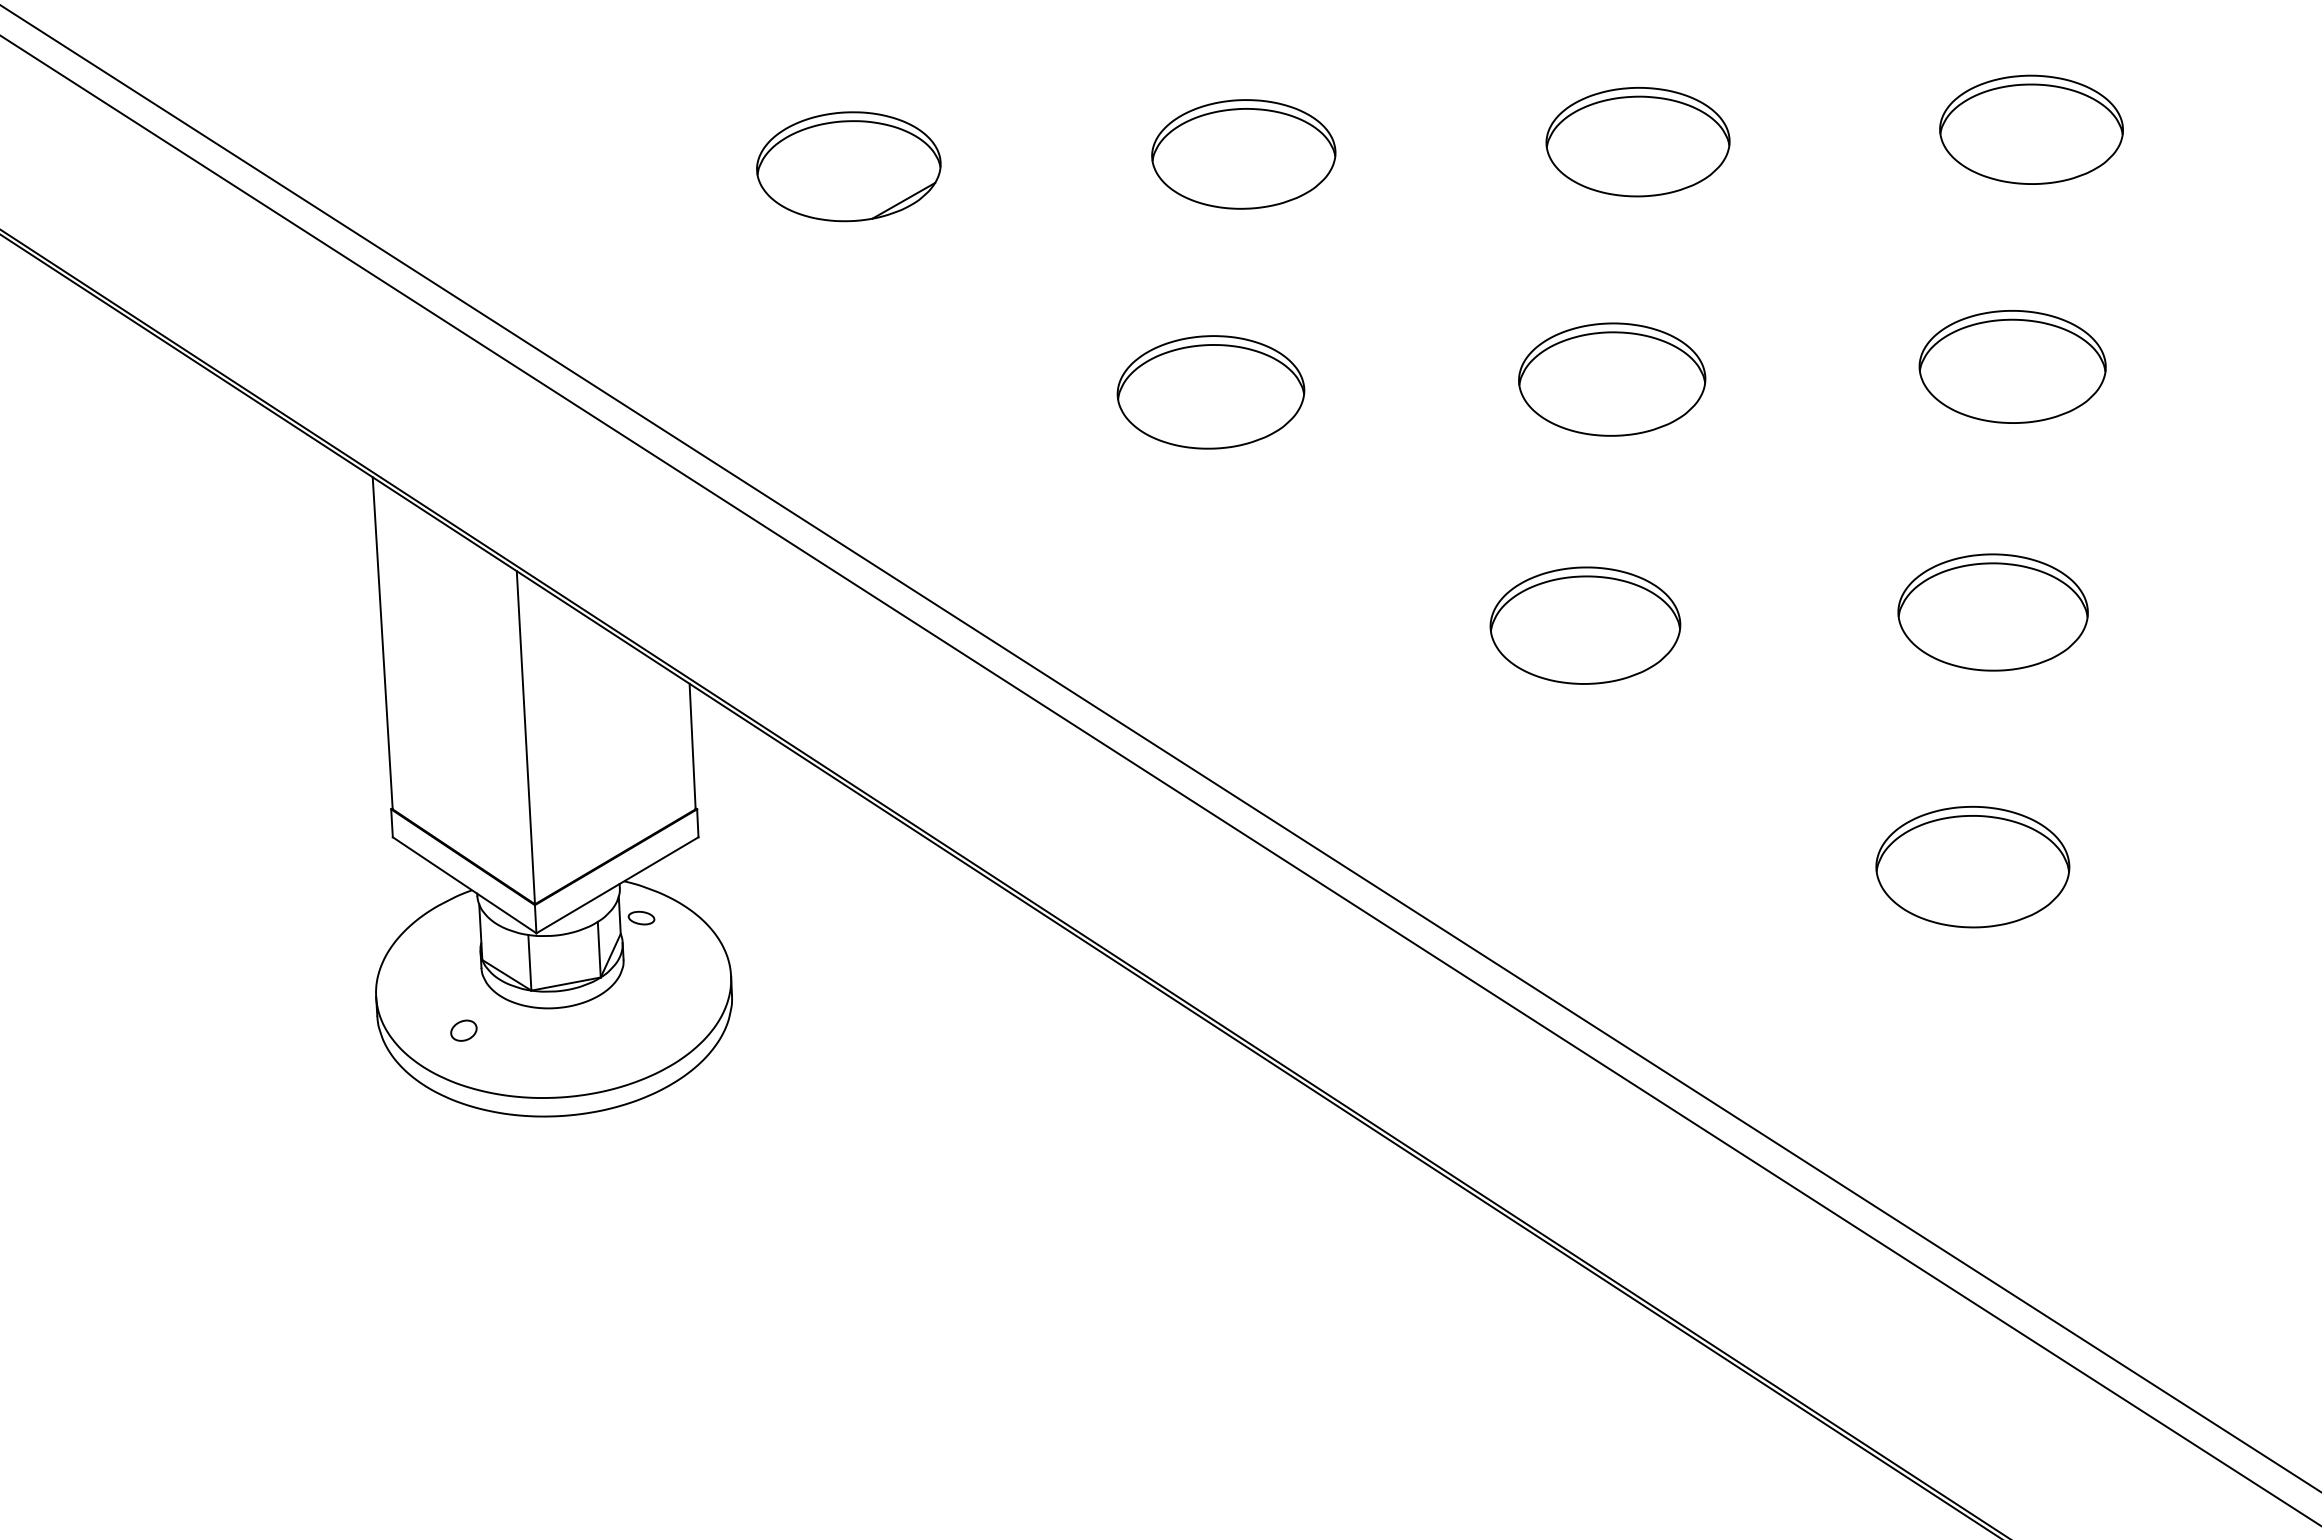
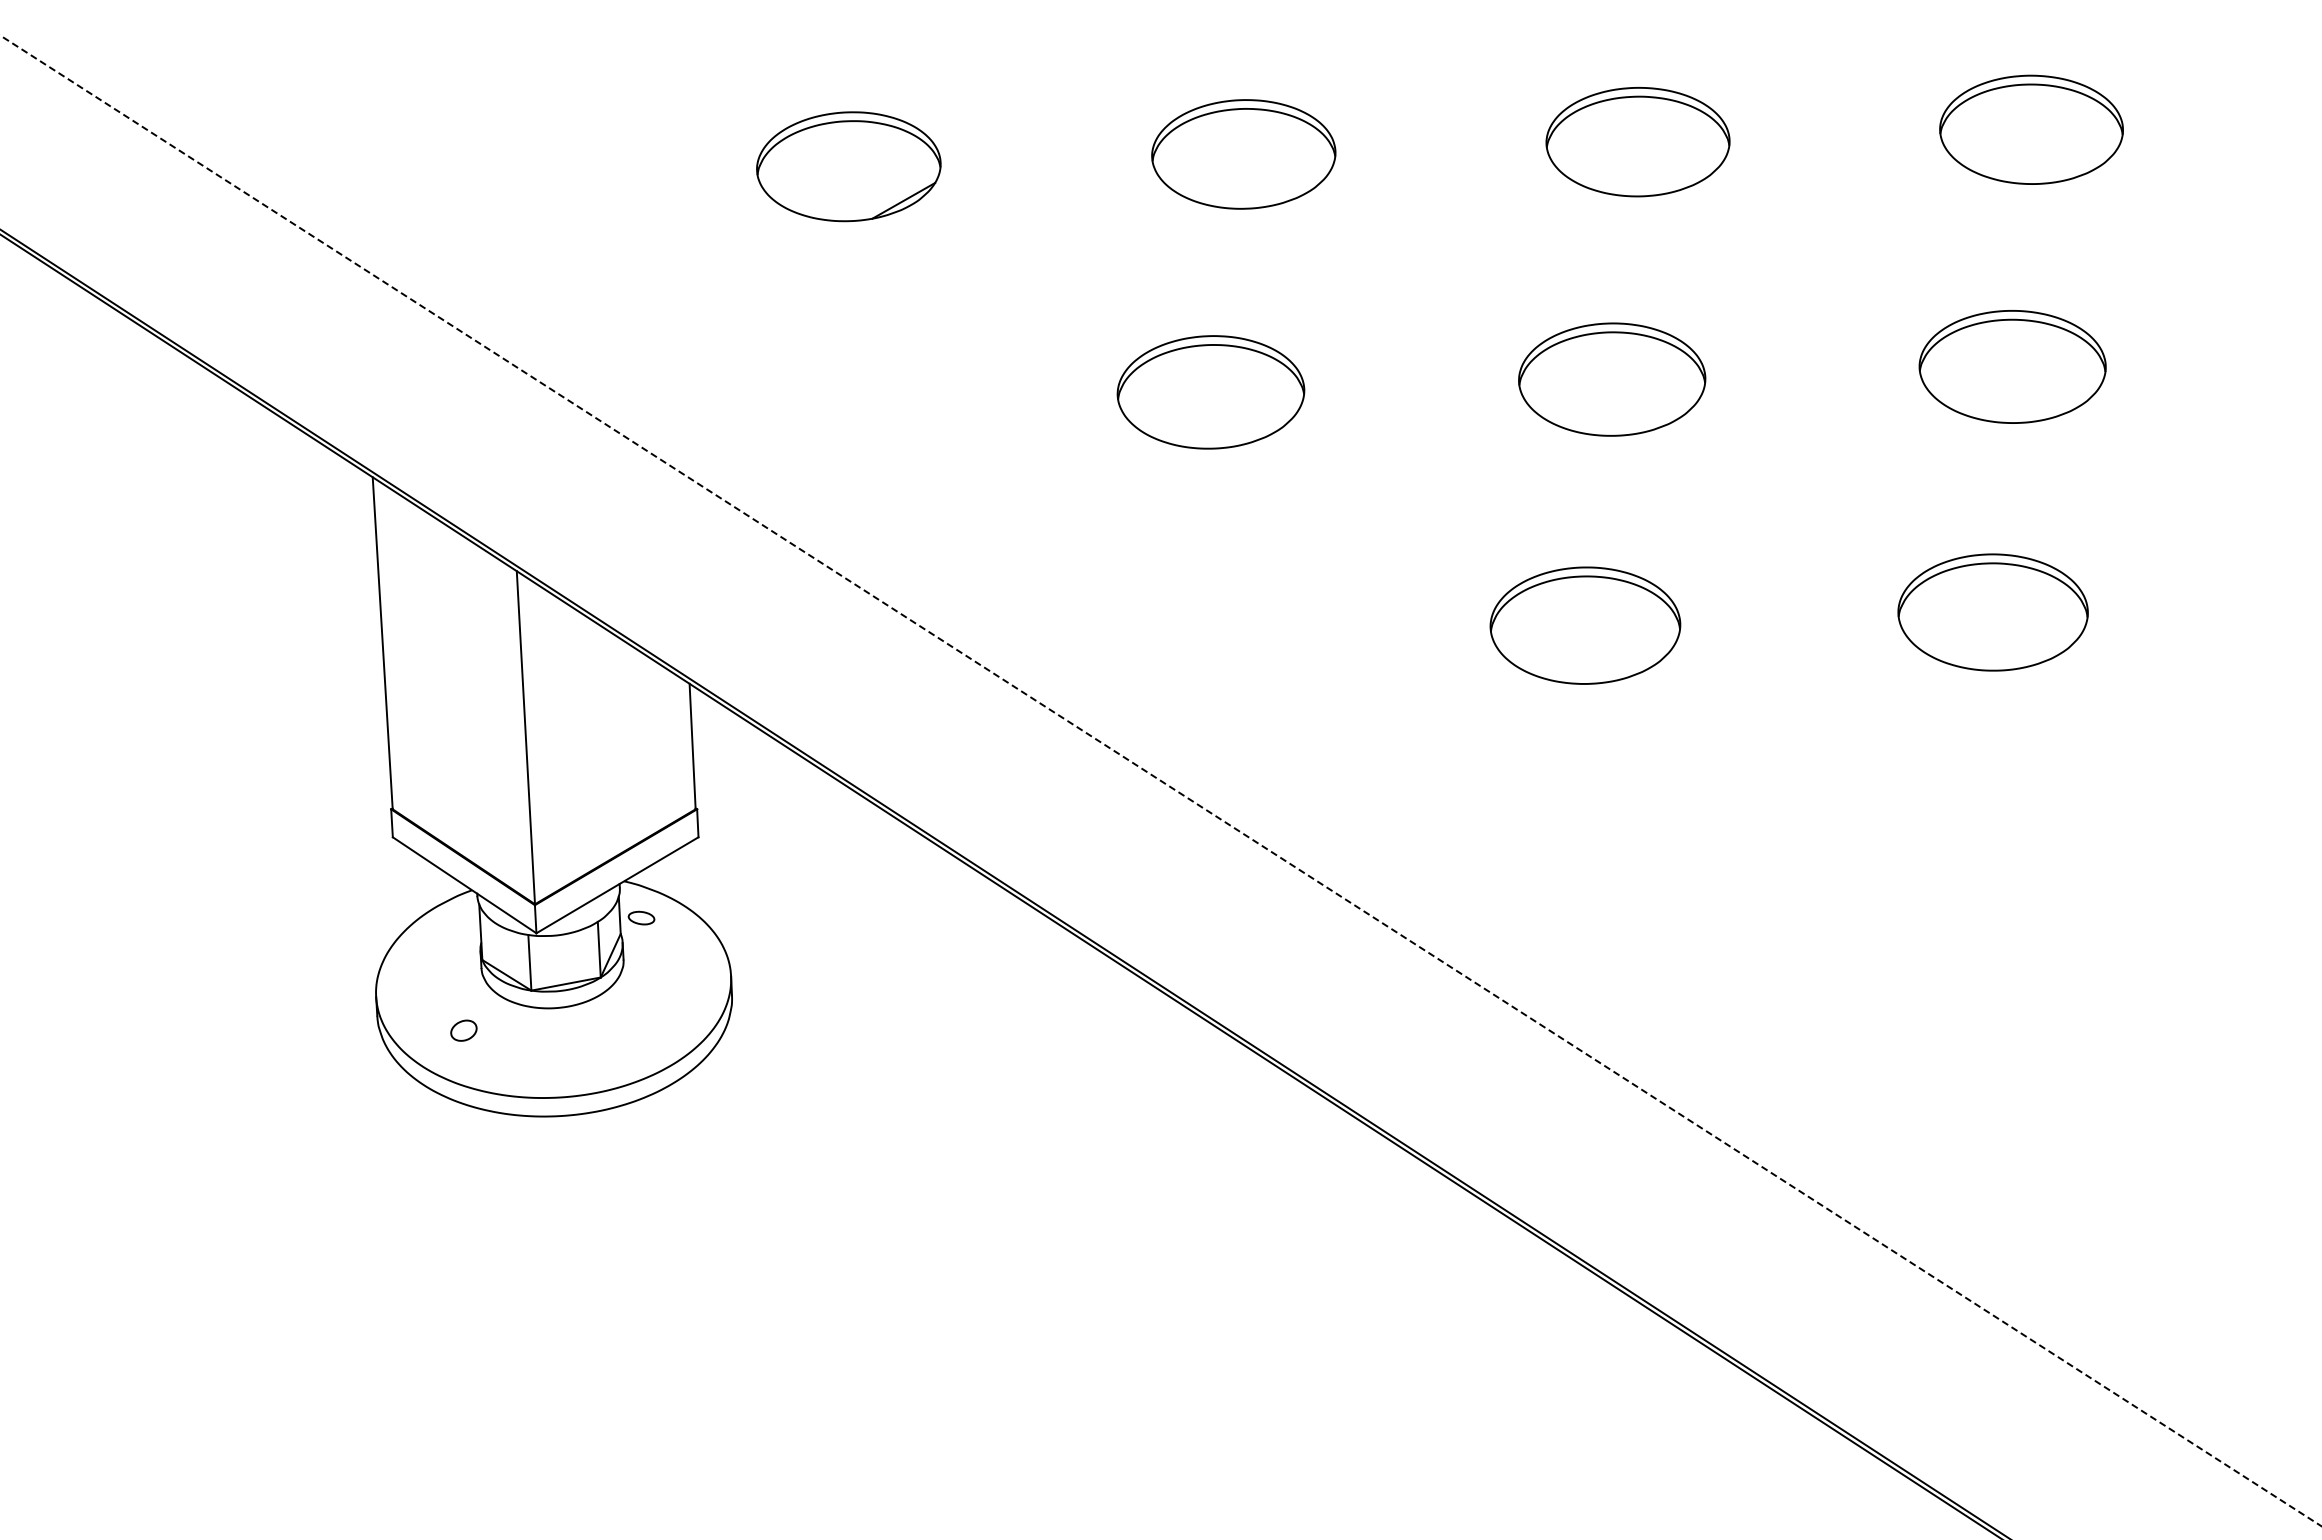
line at (1160, 748): present -> none
line at (1160, 780): solid -> dashed
part at (1972, 866): present -> none
